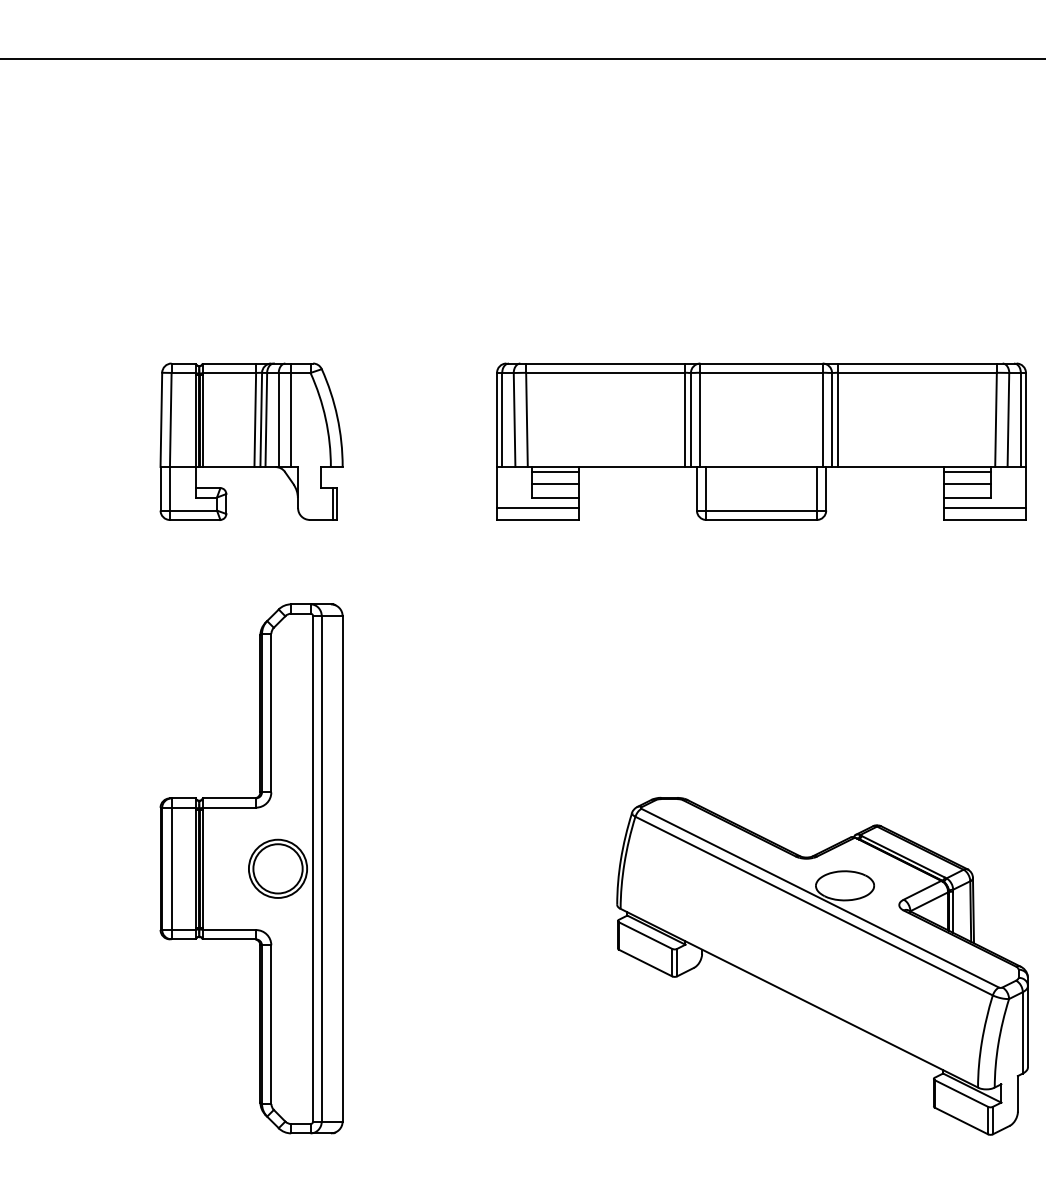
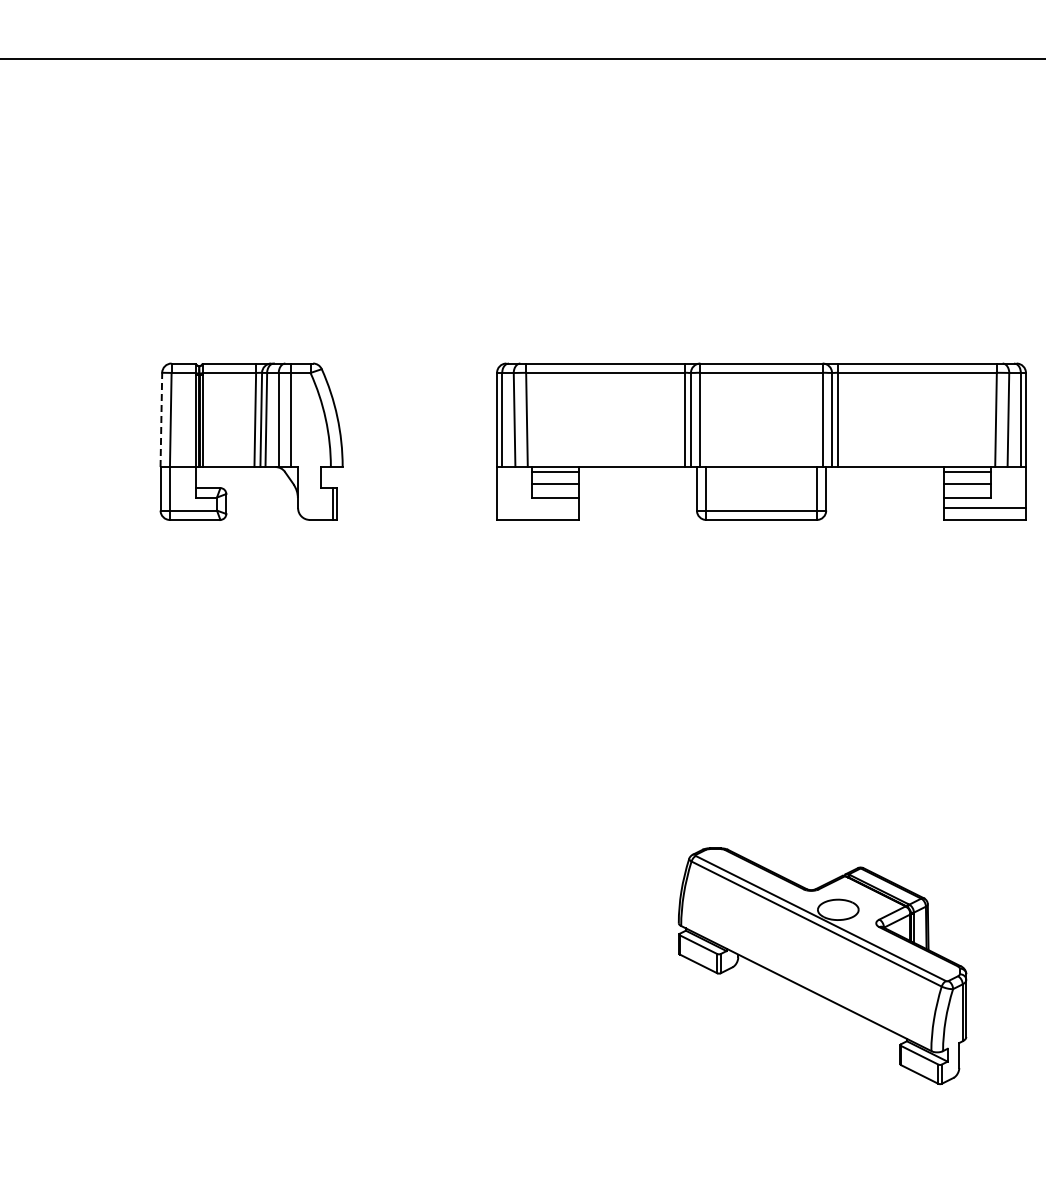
line at (161, 419): solid -> dashed
line at (538, 508): present -> none
part at (251, 868): present -> none
part at (822, 965) size: 413x340 px -> 291x239 px
